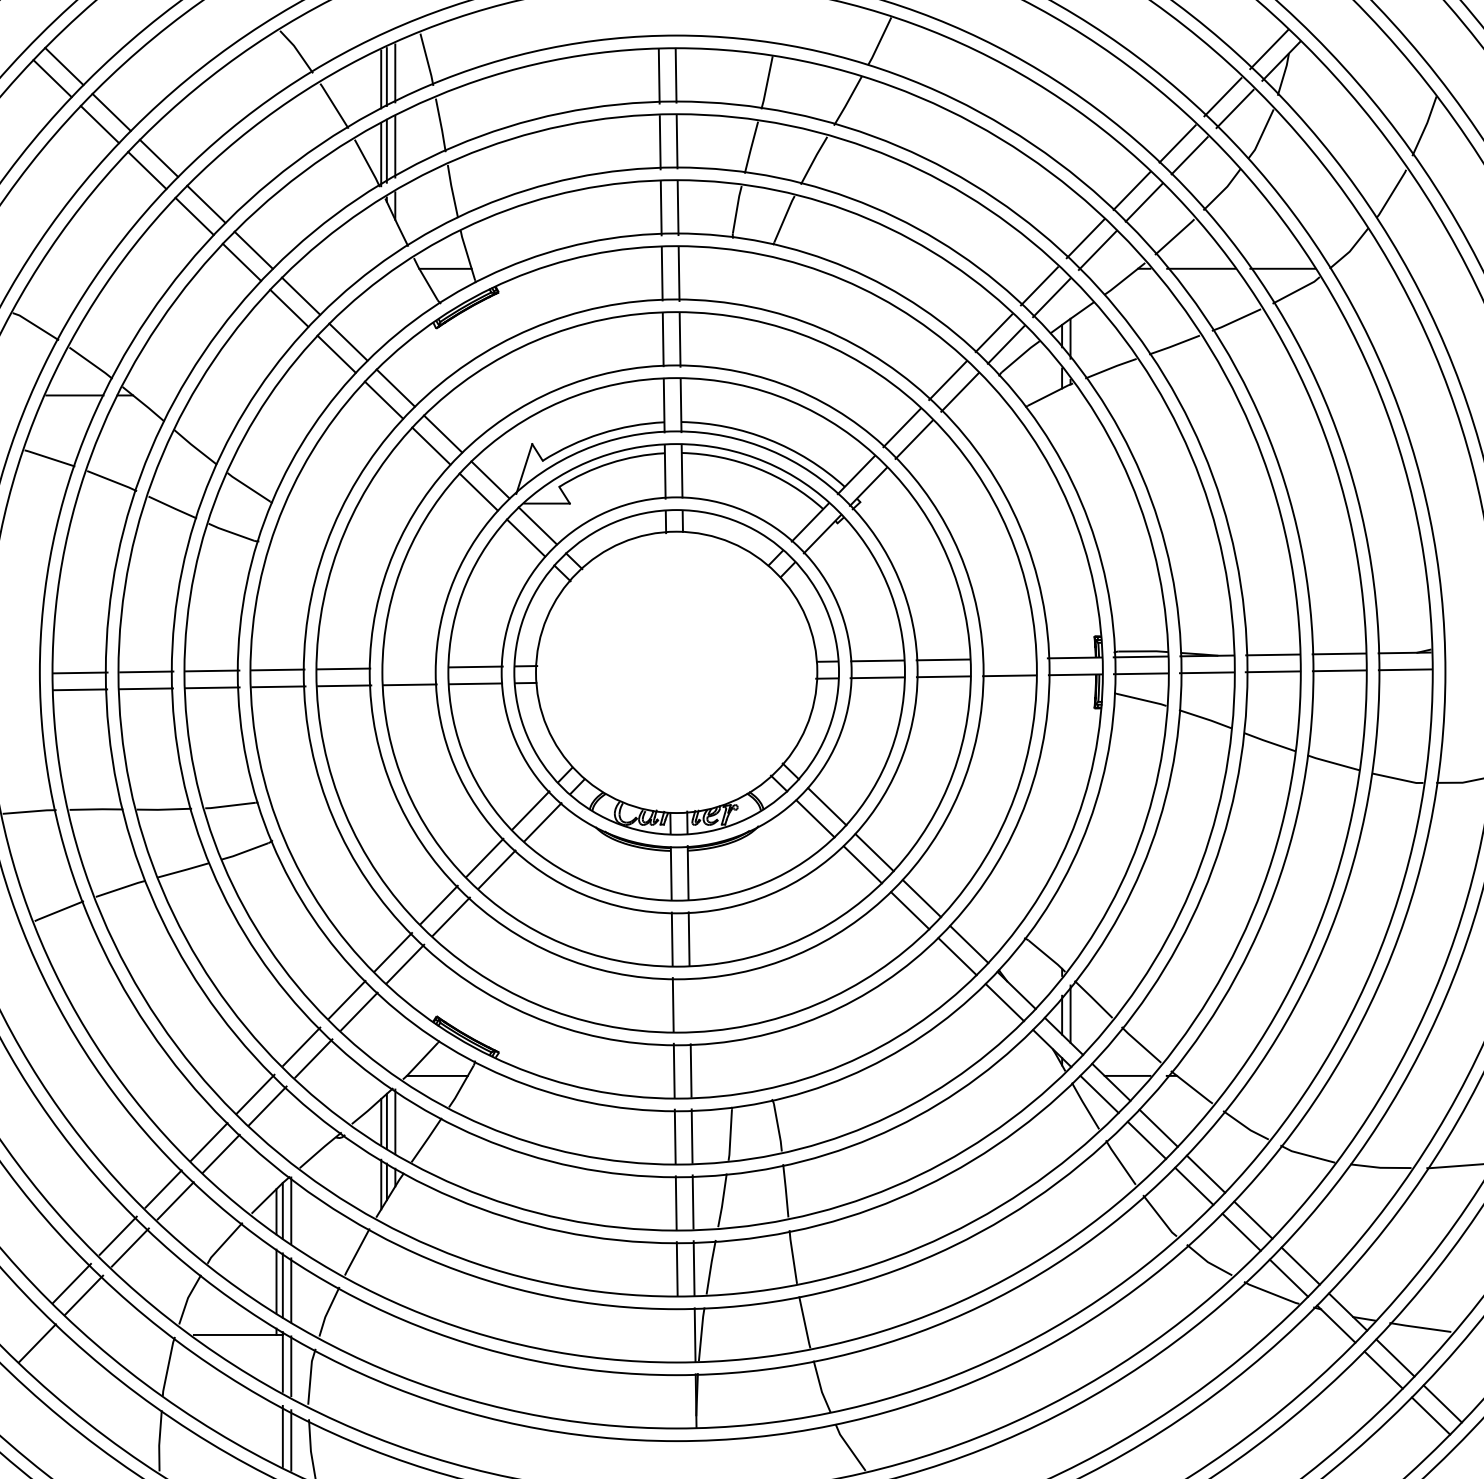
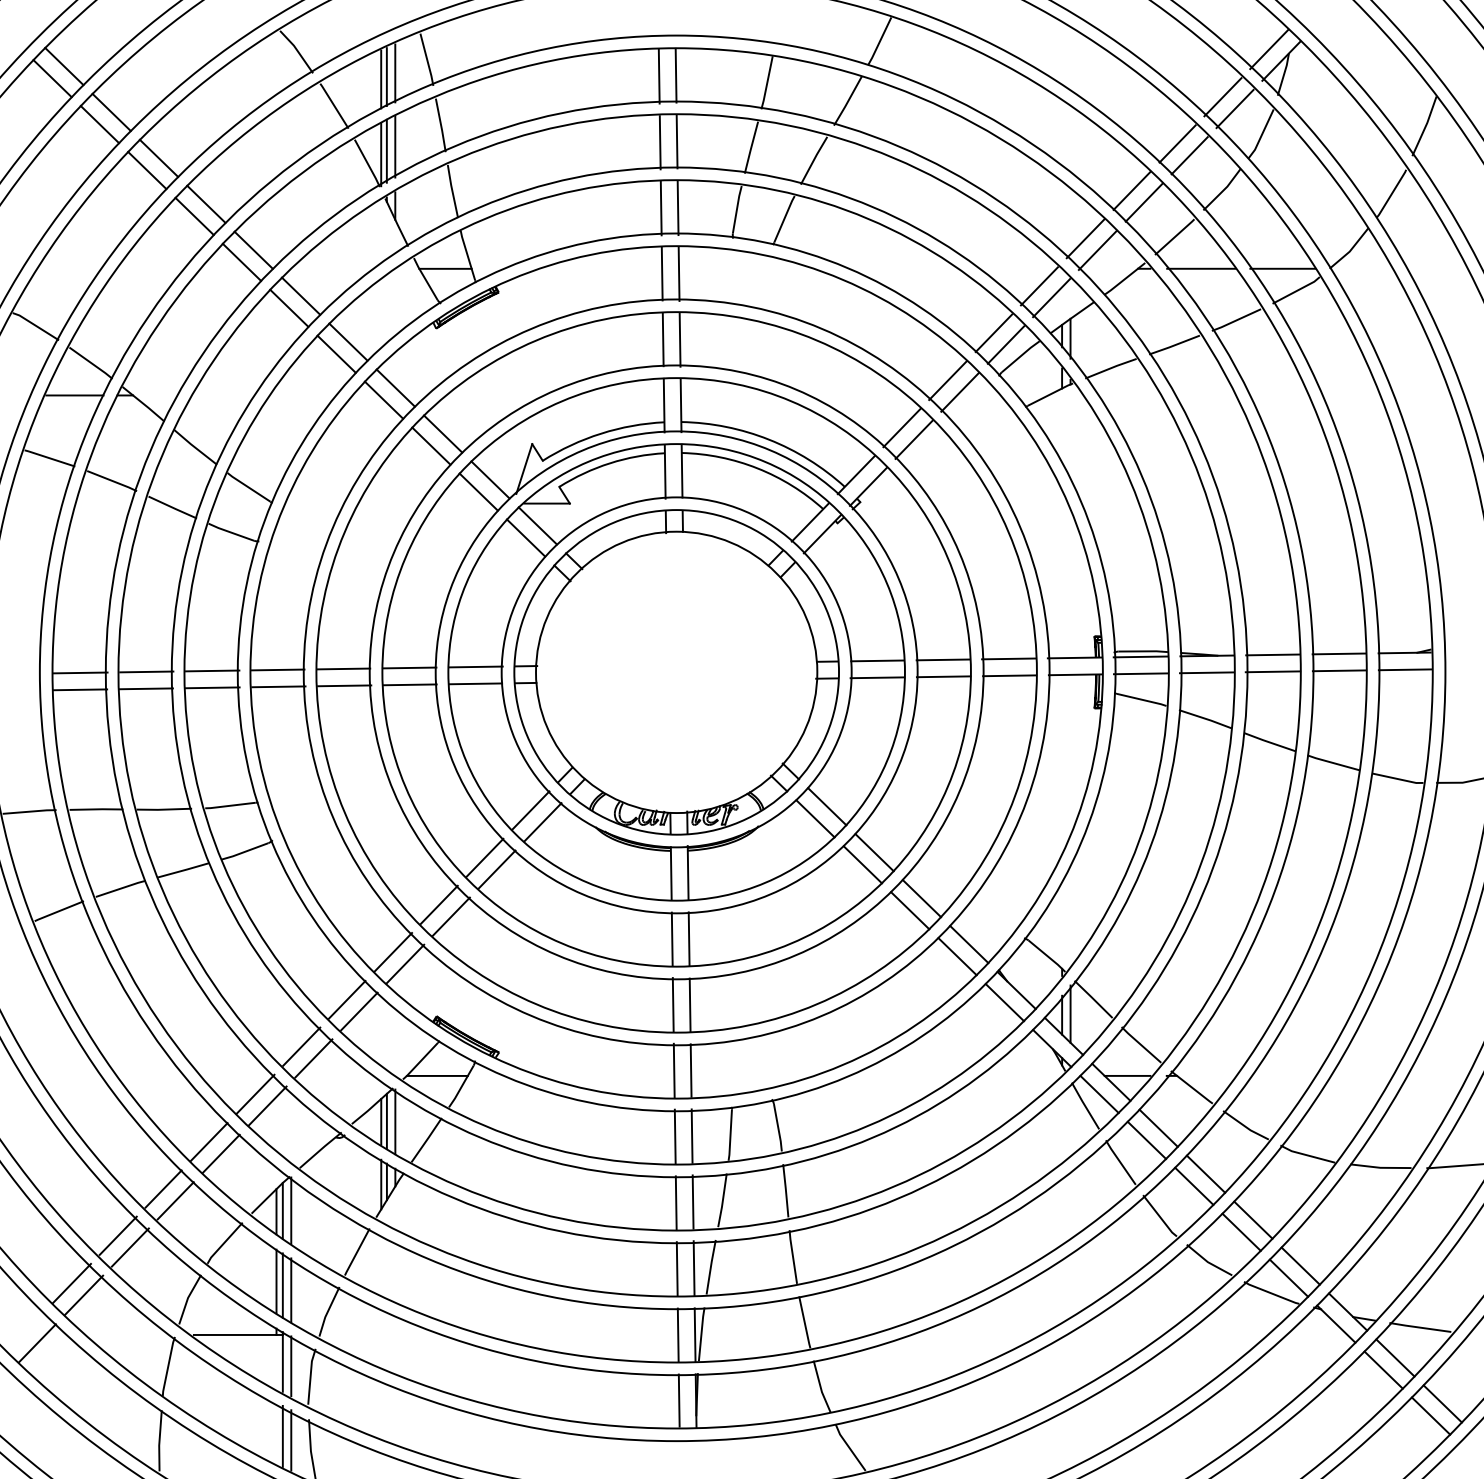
line at (1008, 658): none -> present
line at (409, 667): none -> present
line at (689, 1004): none -> present
line at (677, 1334): none -> present
line at (678, 1400): none -> present
